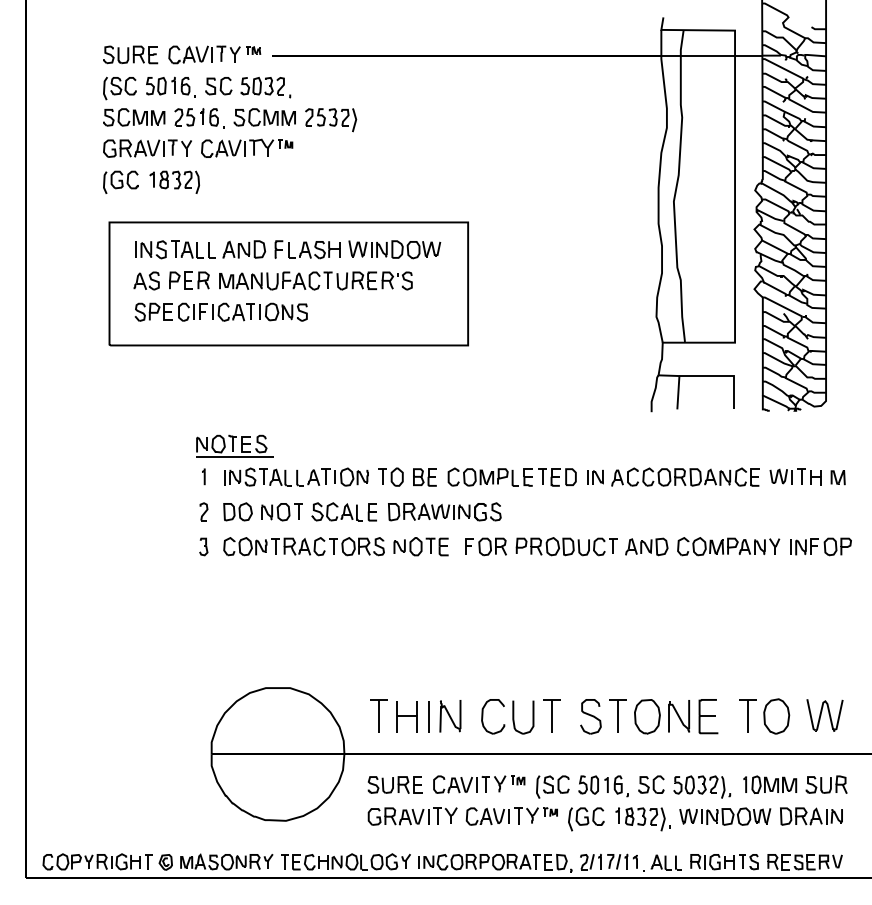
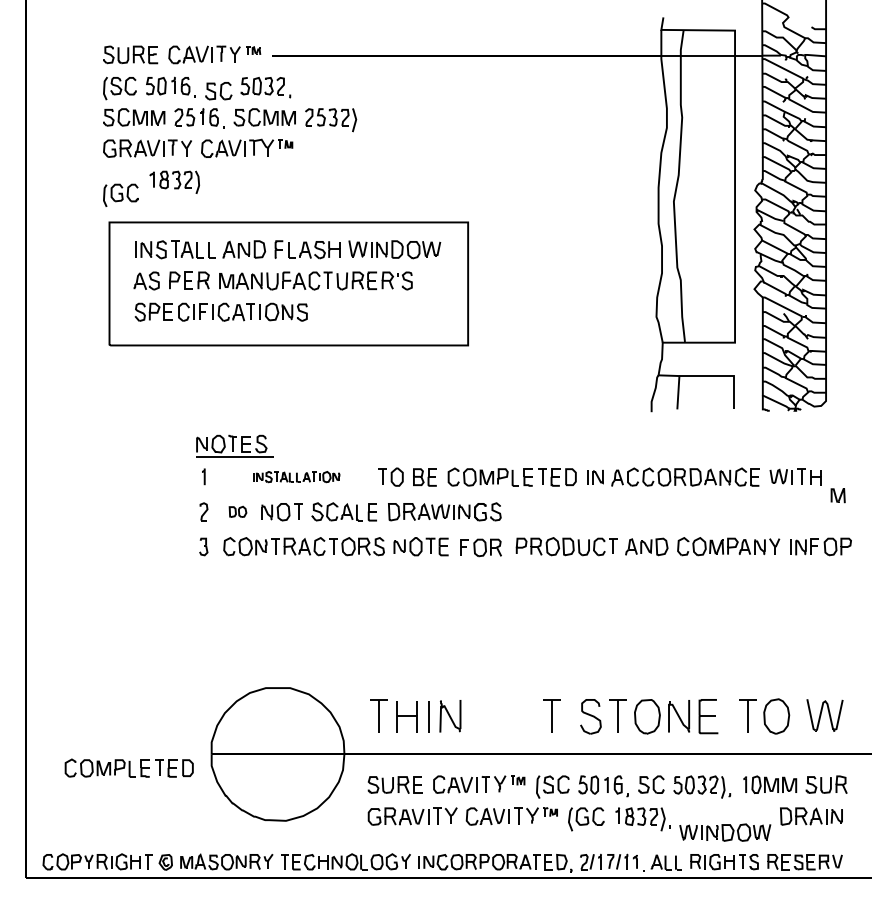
part at (218, 86) position: (218, 86) -> (218, 91)
part at (120, 181) position: (120, 181) -> (120, 194)
part at (296, 476) size: 145x20 px -> 88x13 px
part at (837, 477) position: (837, 477) -> (837, 495)
part at (237, 511) size: 30x20 px -> 20x13 px
part at (485, 546) position: (485, 546) -> (480, 547)
part at (507, 716): present -> none
part at (128, 767): none -> present
part at (725, 816) position: (725, 816) -> (725, 832)
